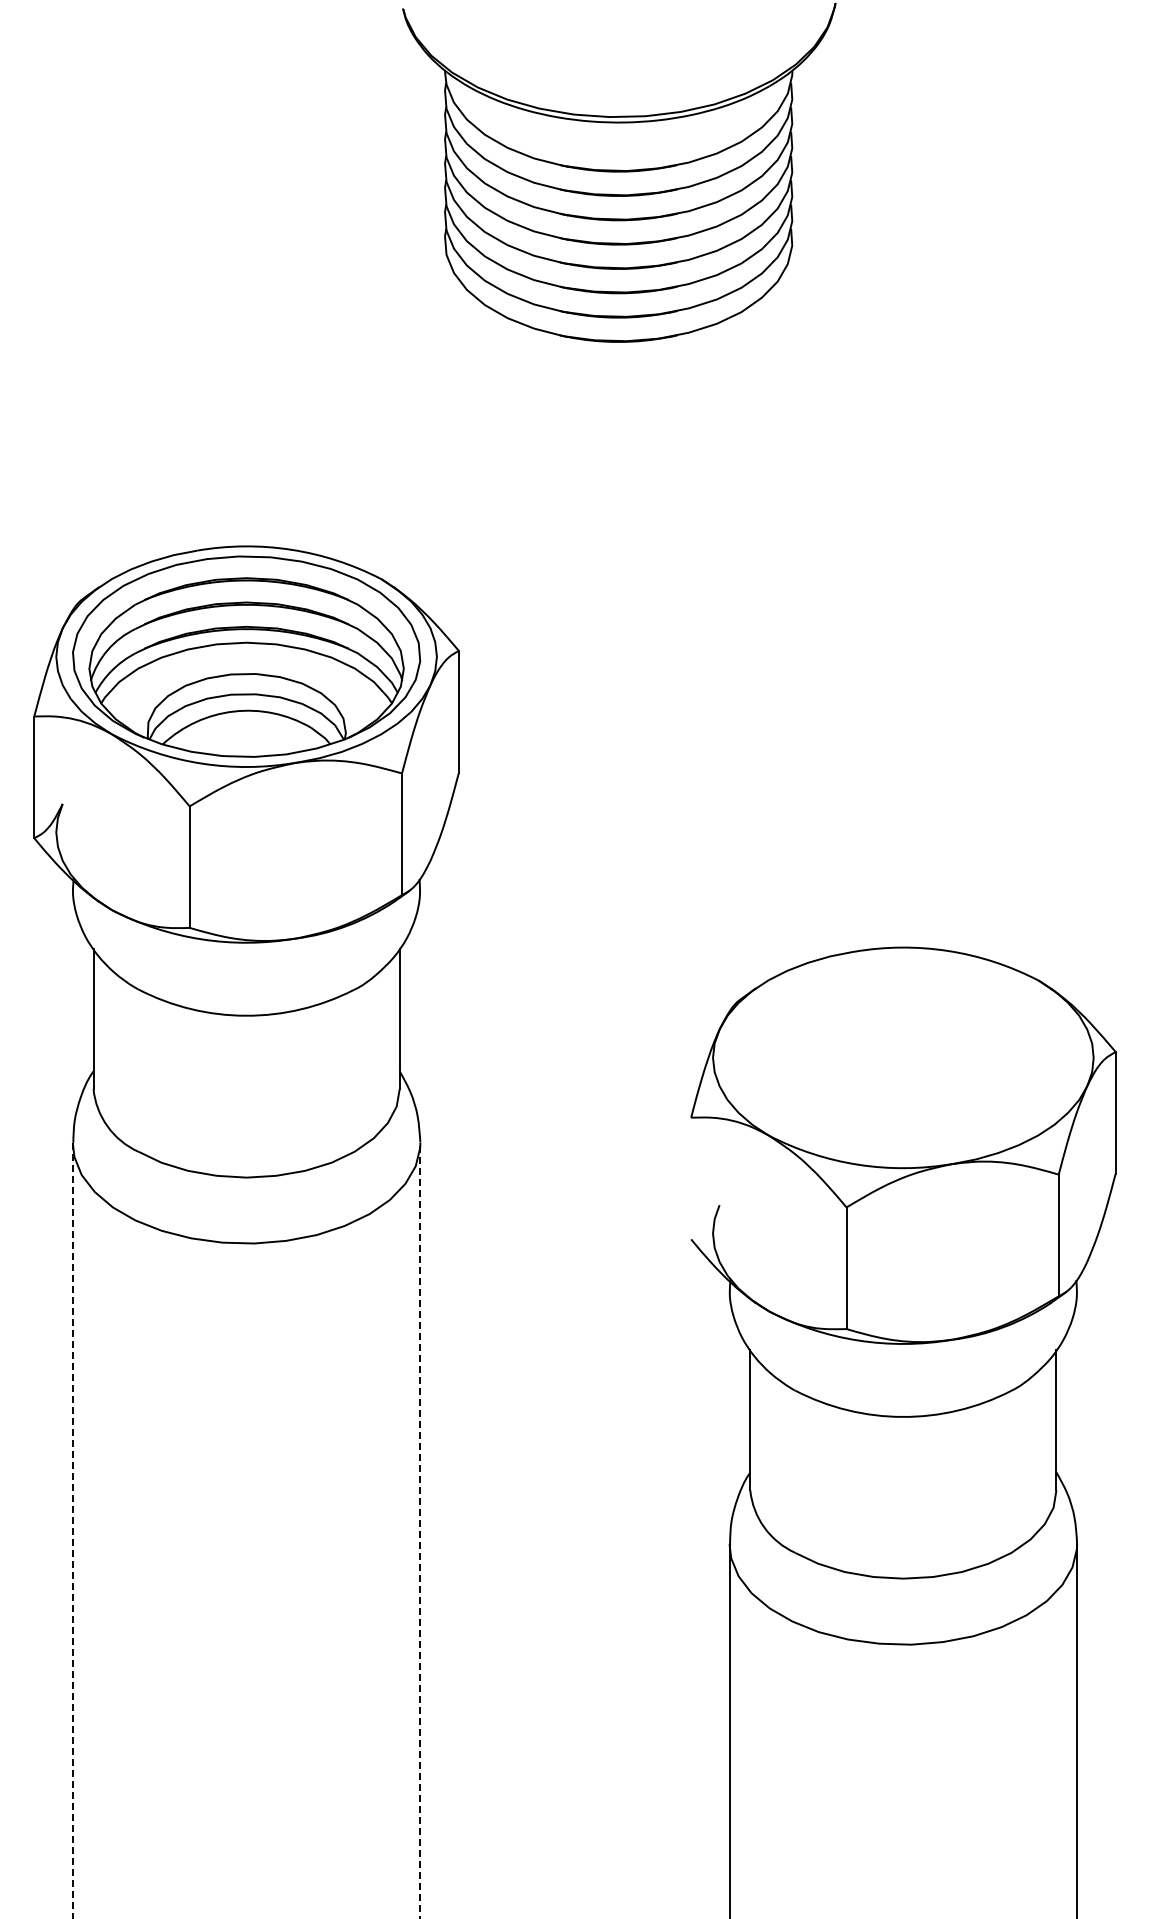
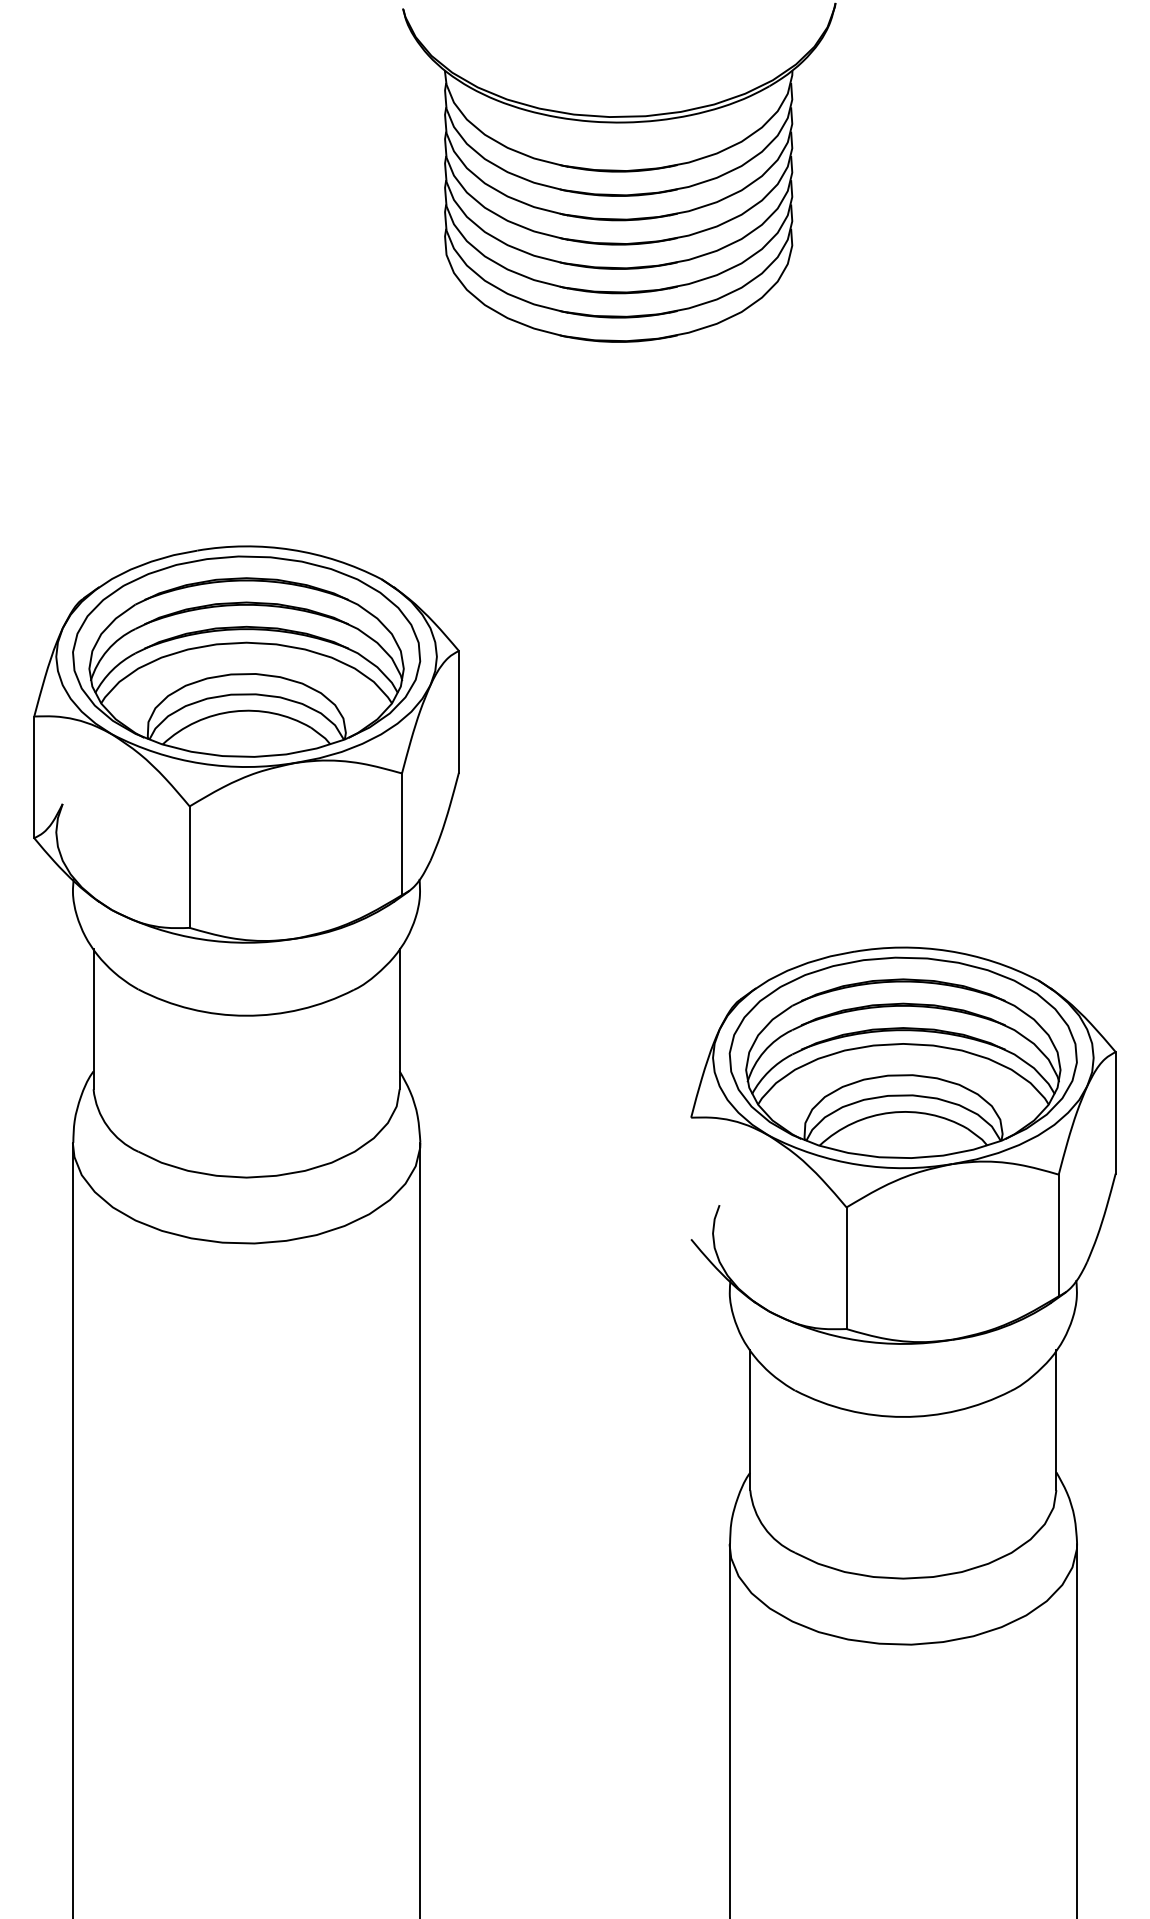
part at (902, 1057): none -> present
line at (420, 1530): dashed -> solid
line at (72, 1531): dashed -> solid
